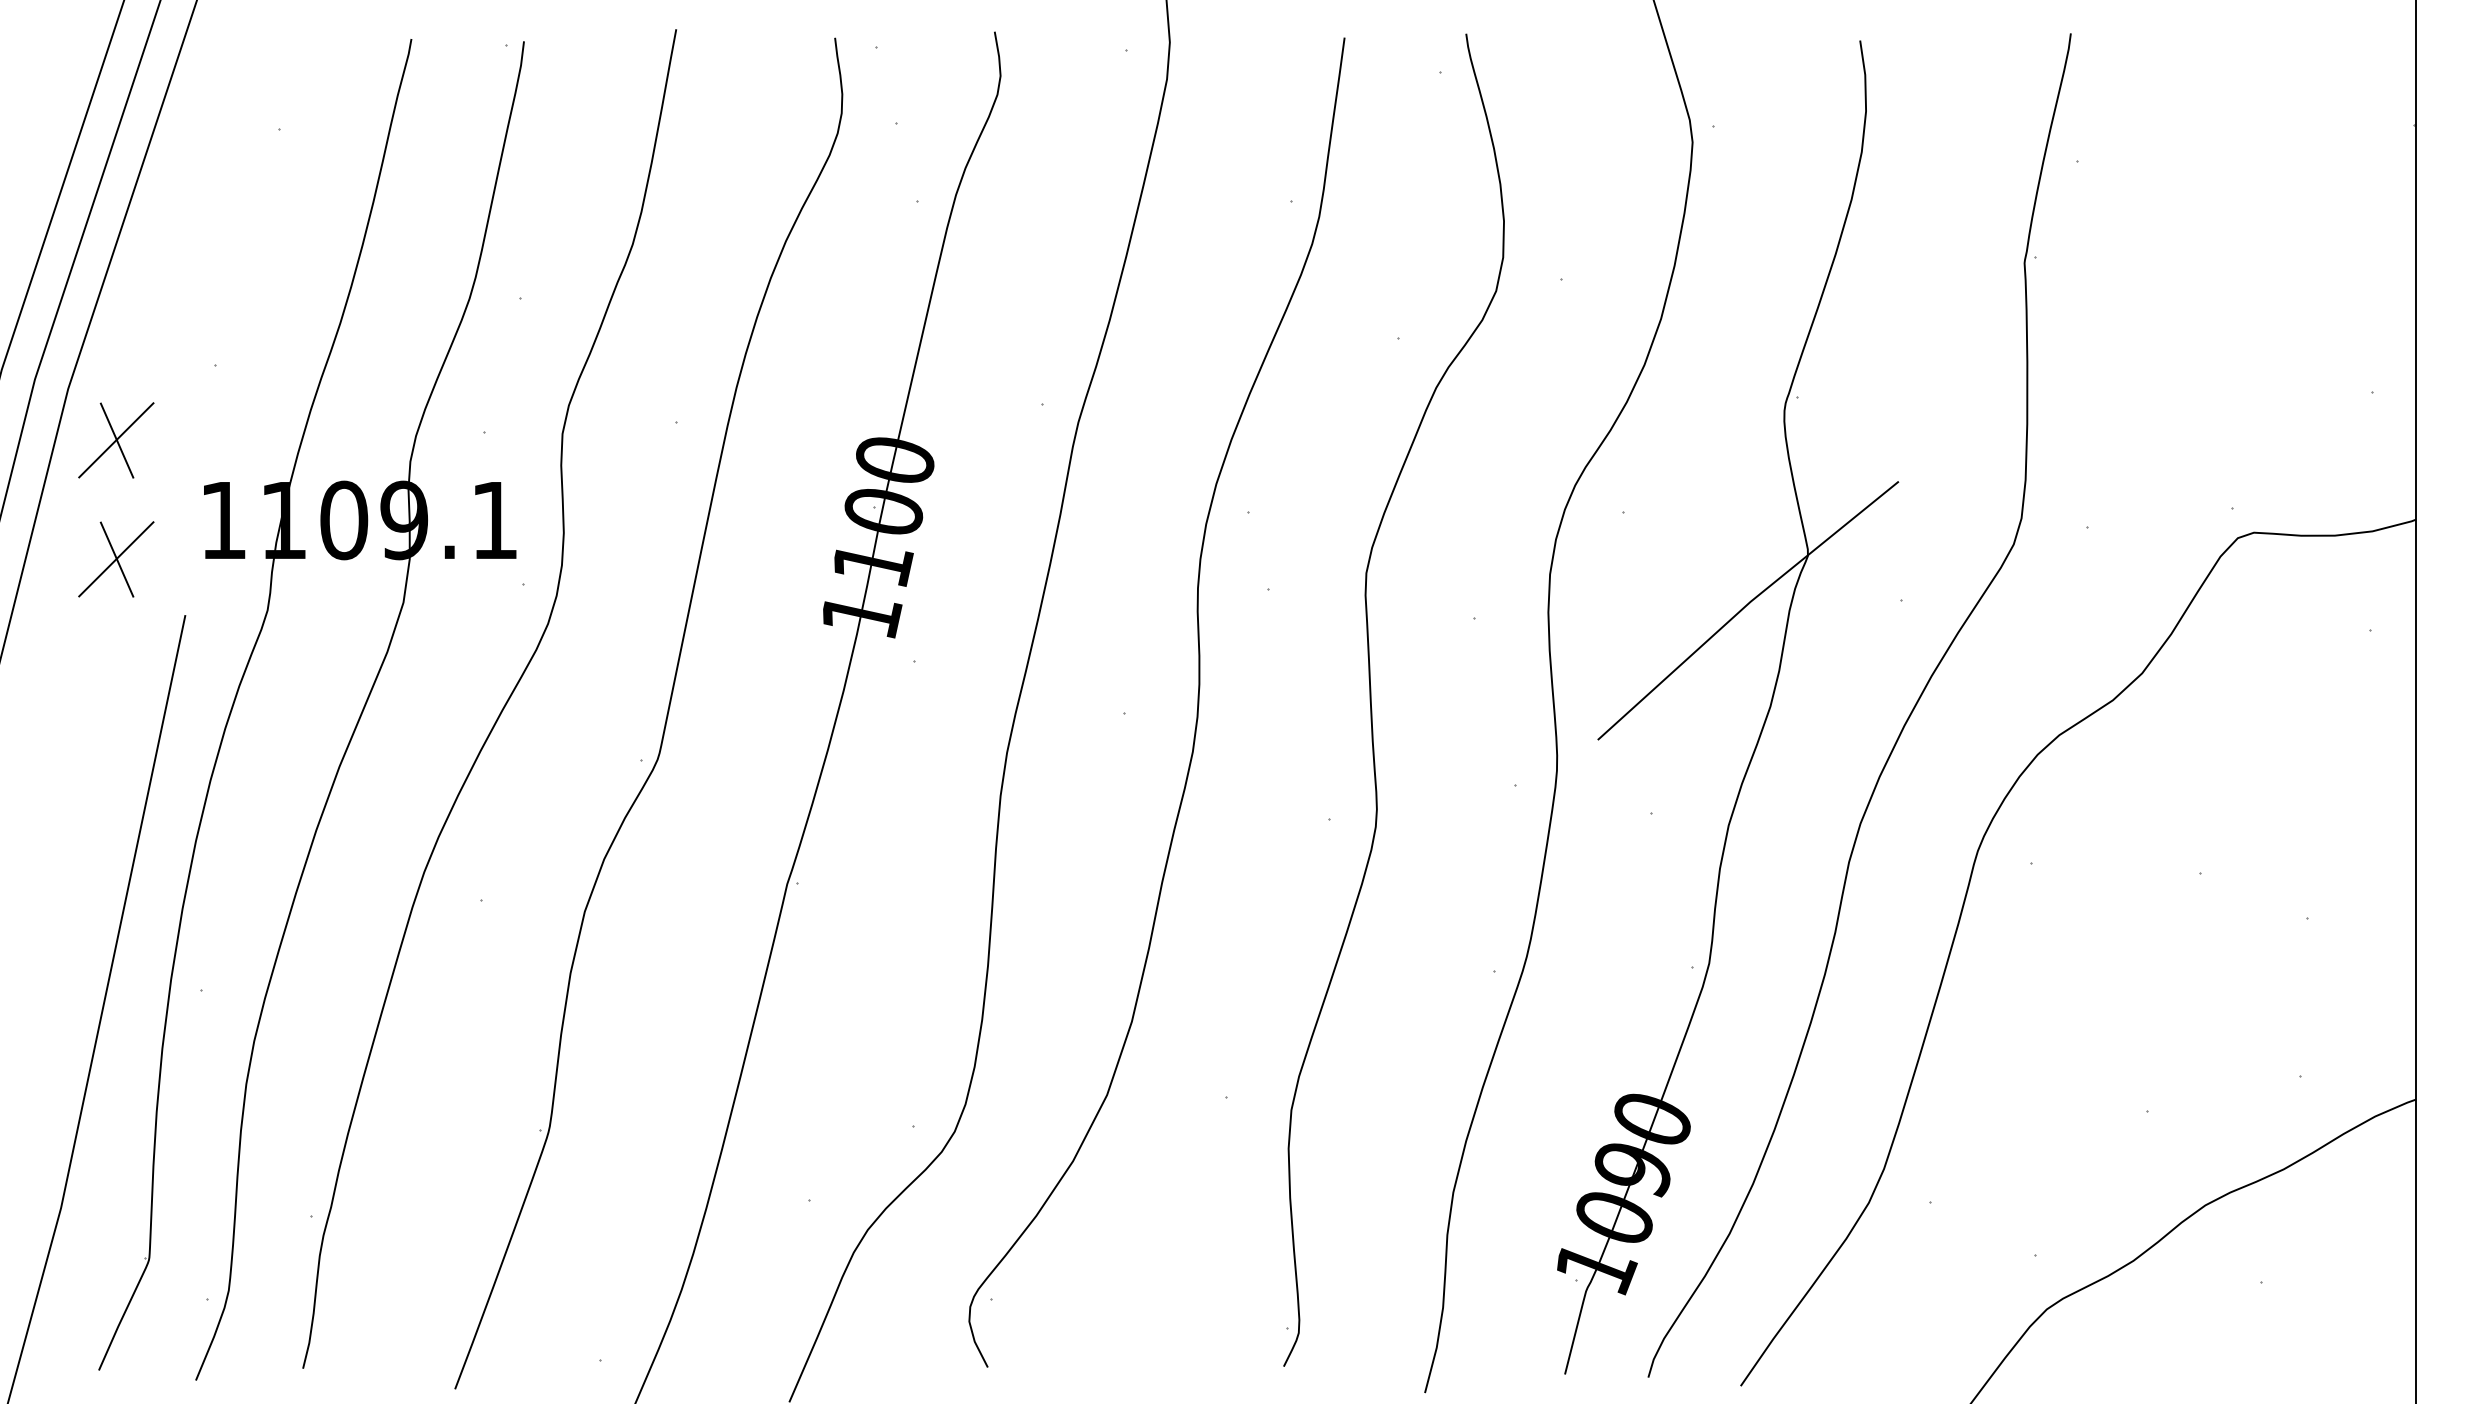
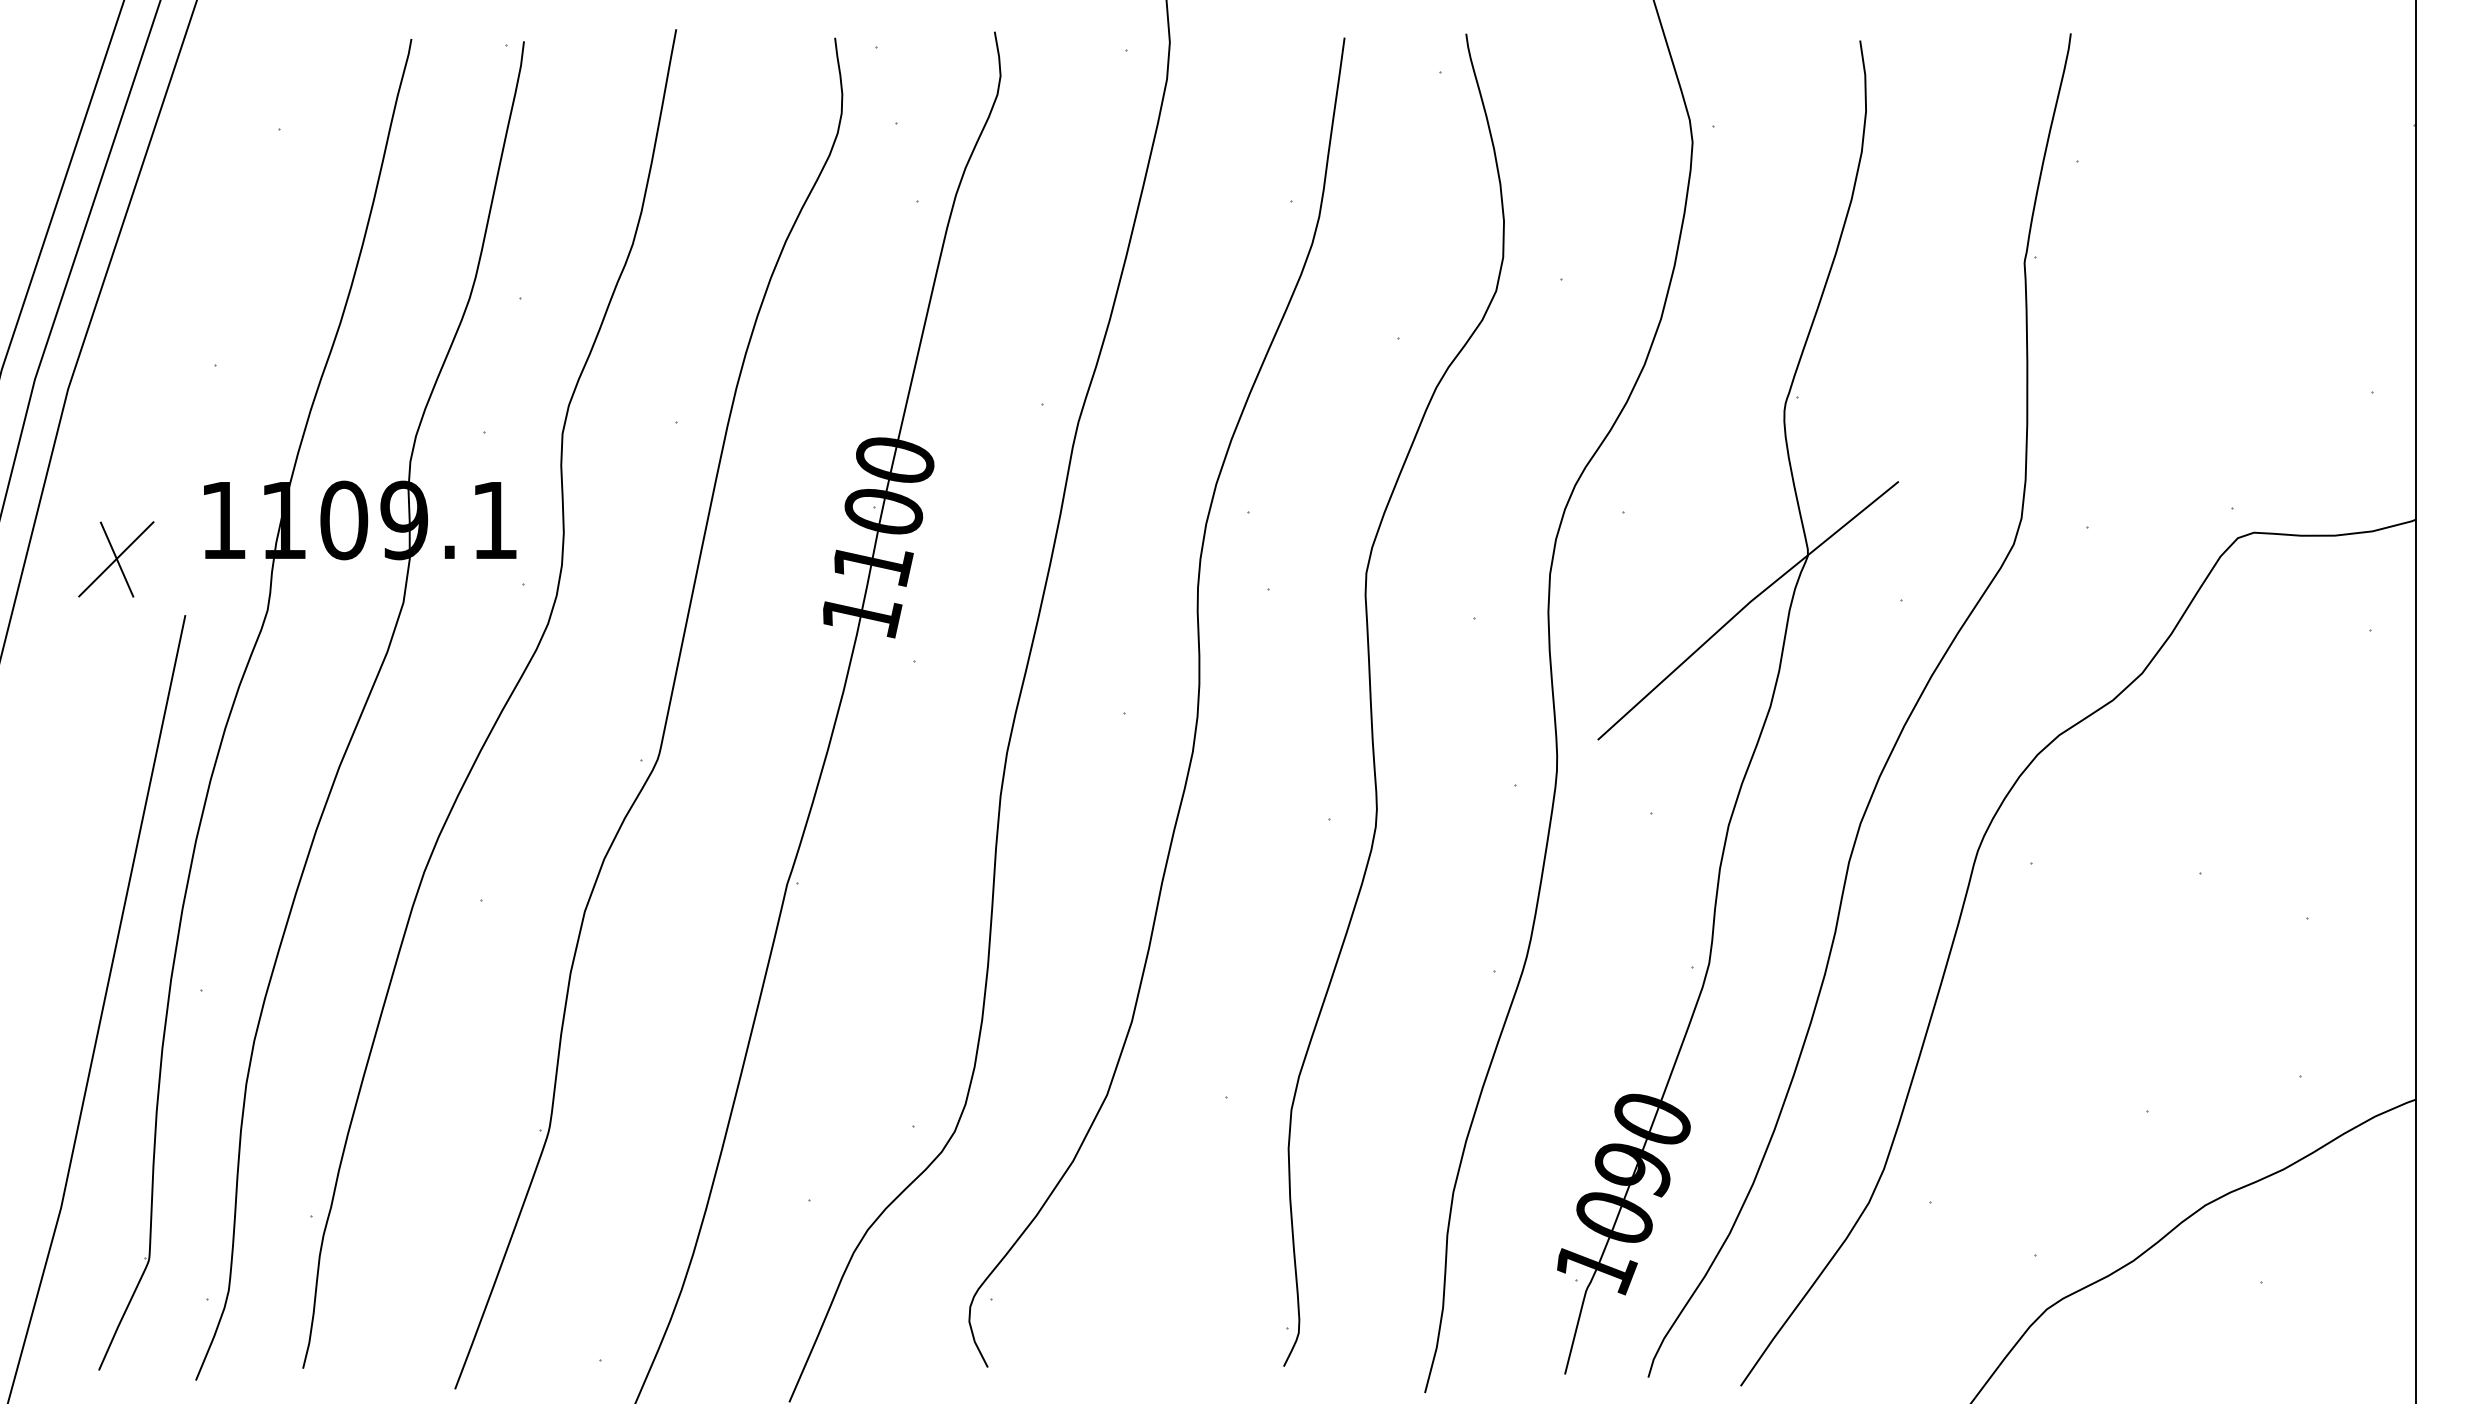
part at (116, 440): present -> none
